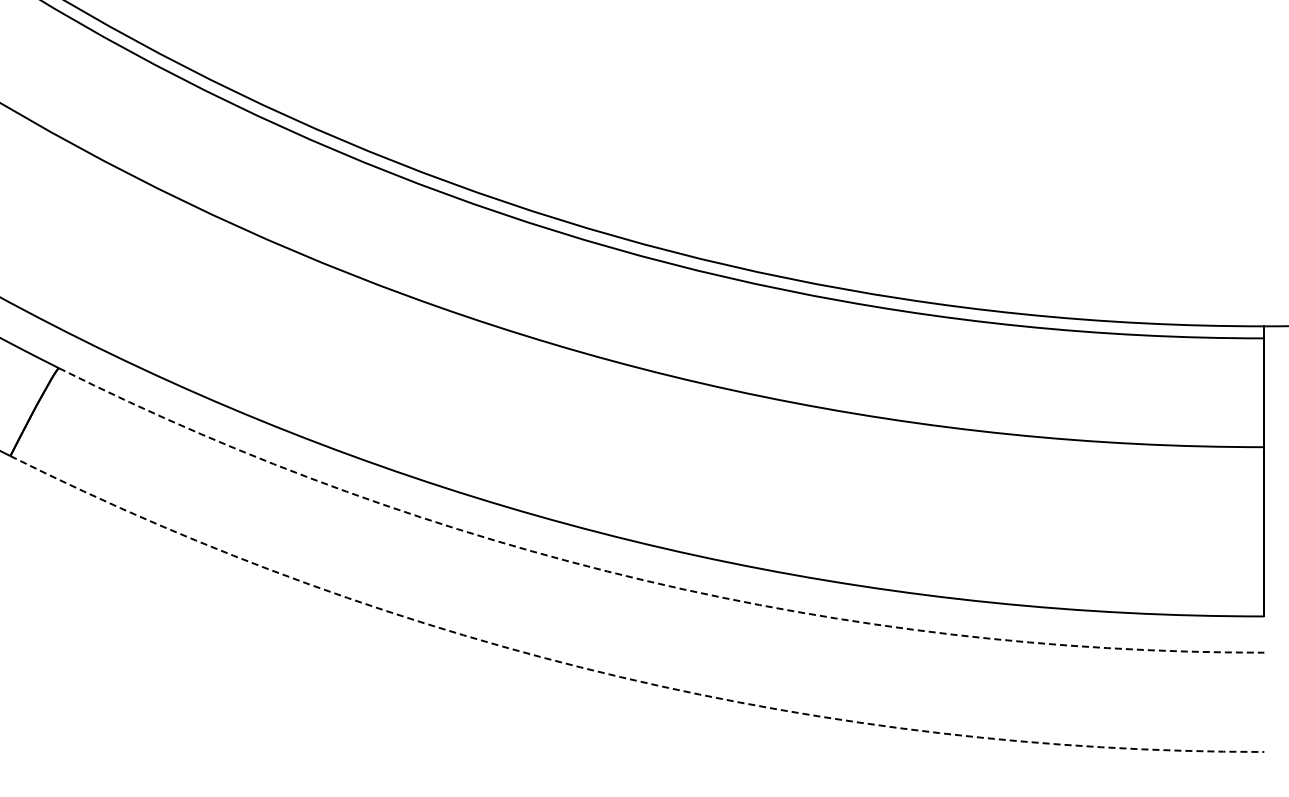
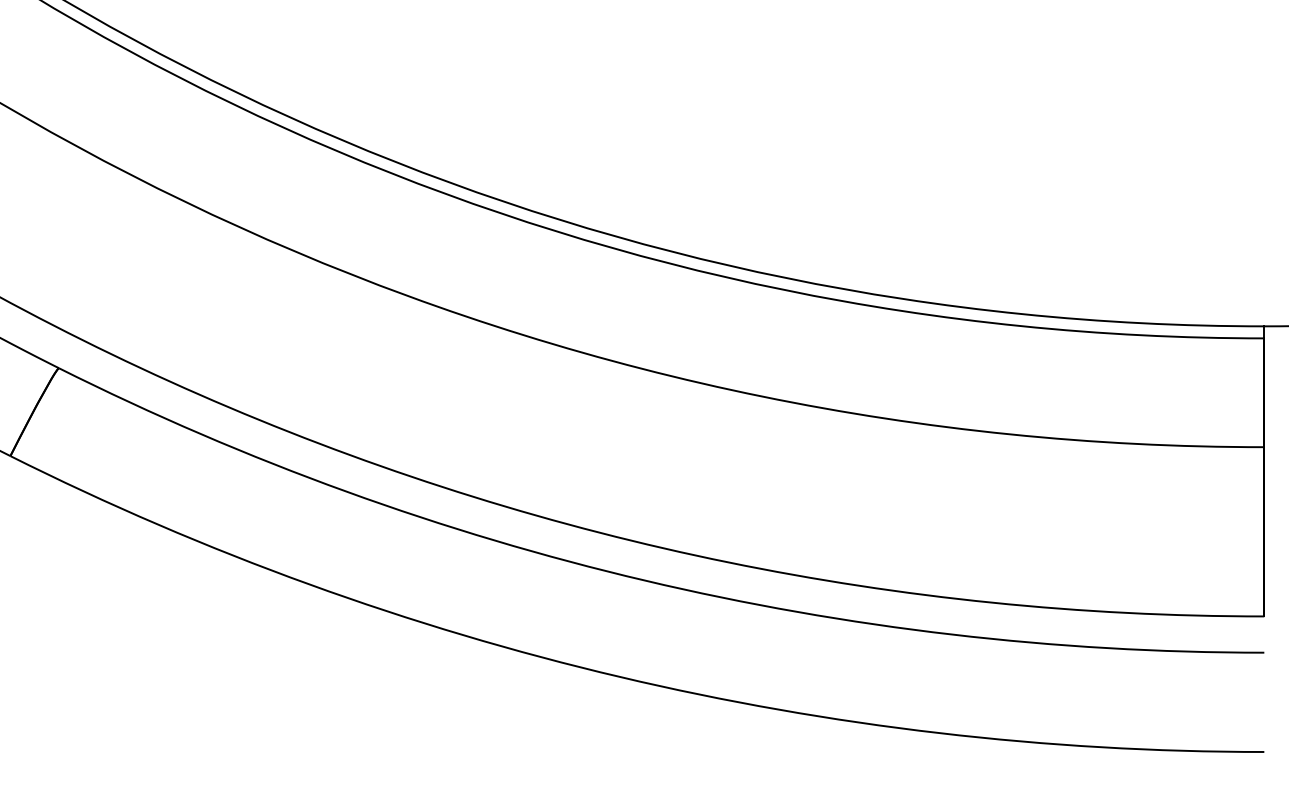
arc at (645, 580): dashed -> solid
arc at (620, 677): dashed -> solid
